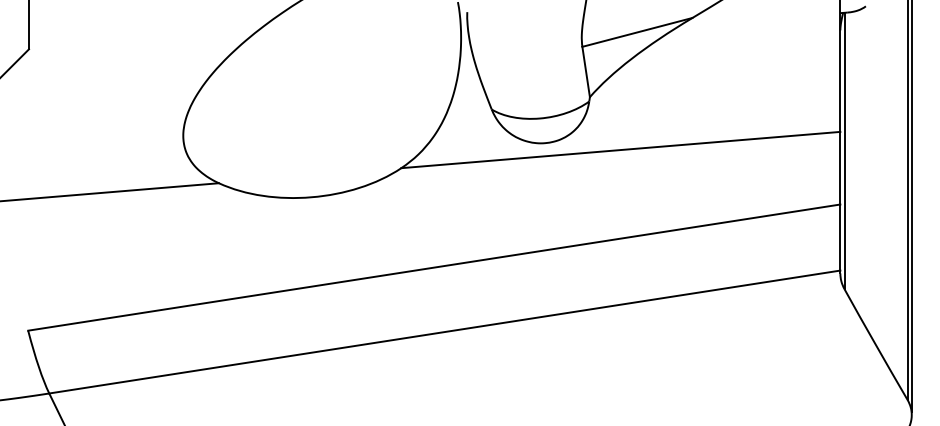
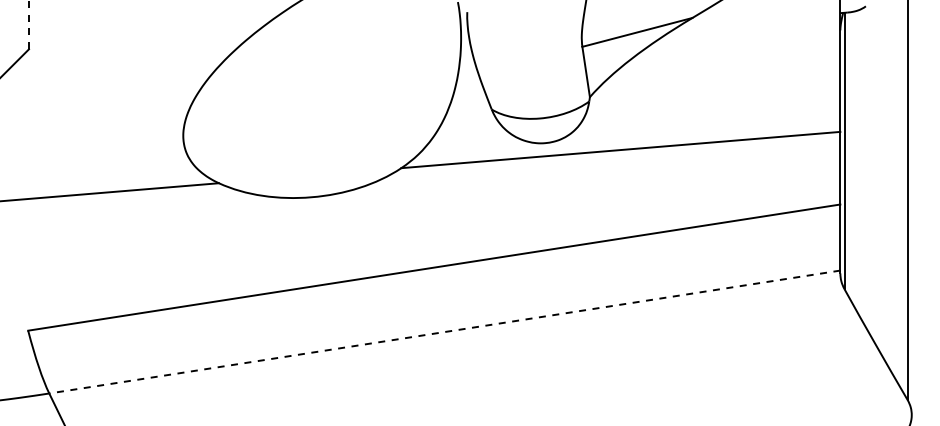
line at (28, 25): solid -> dashed
line at (911, 207): present -> none
line at (444, 332): solid -> dashed
